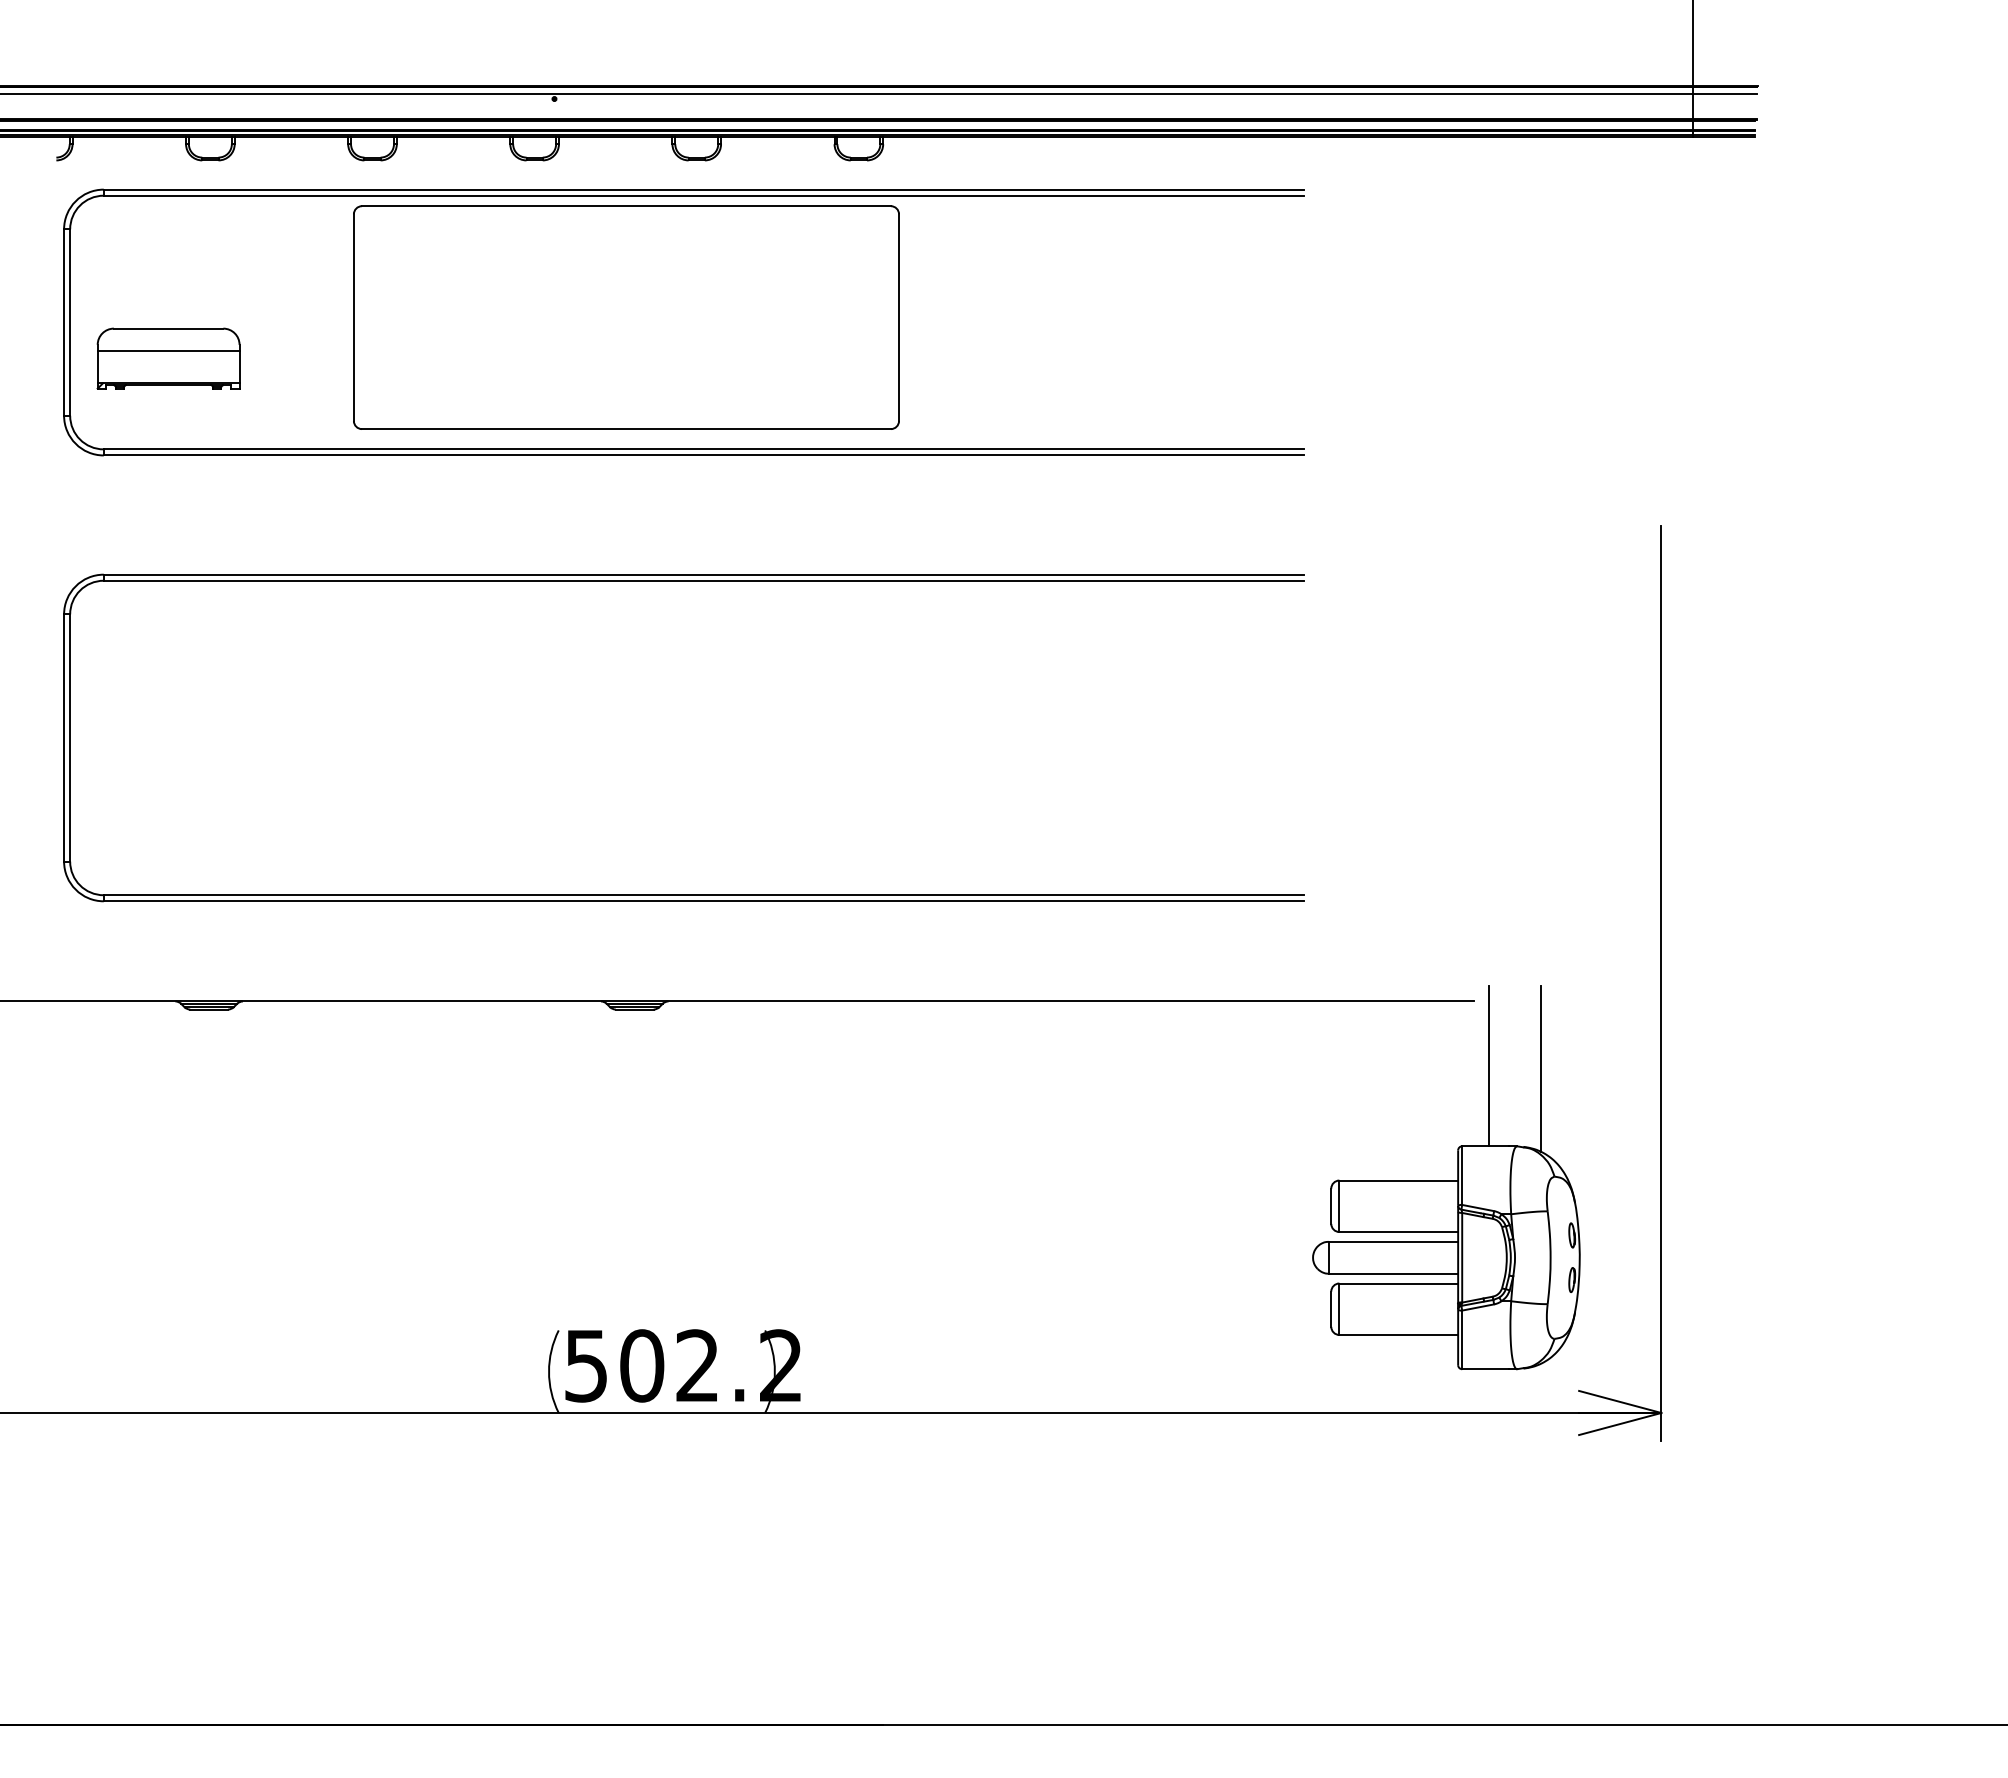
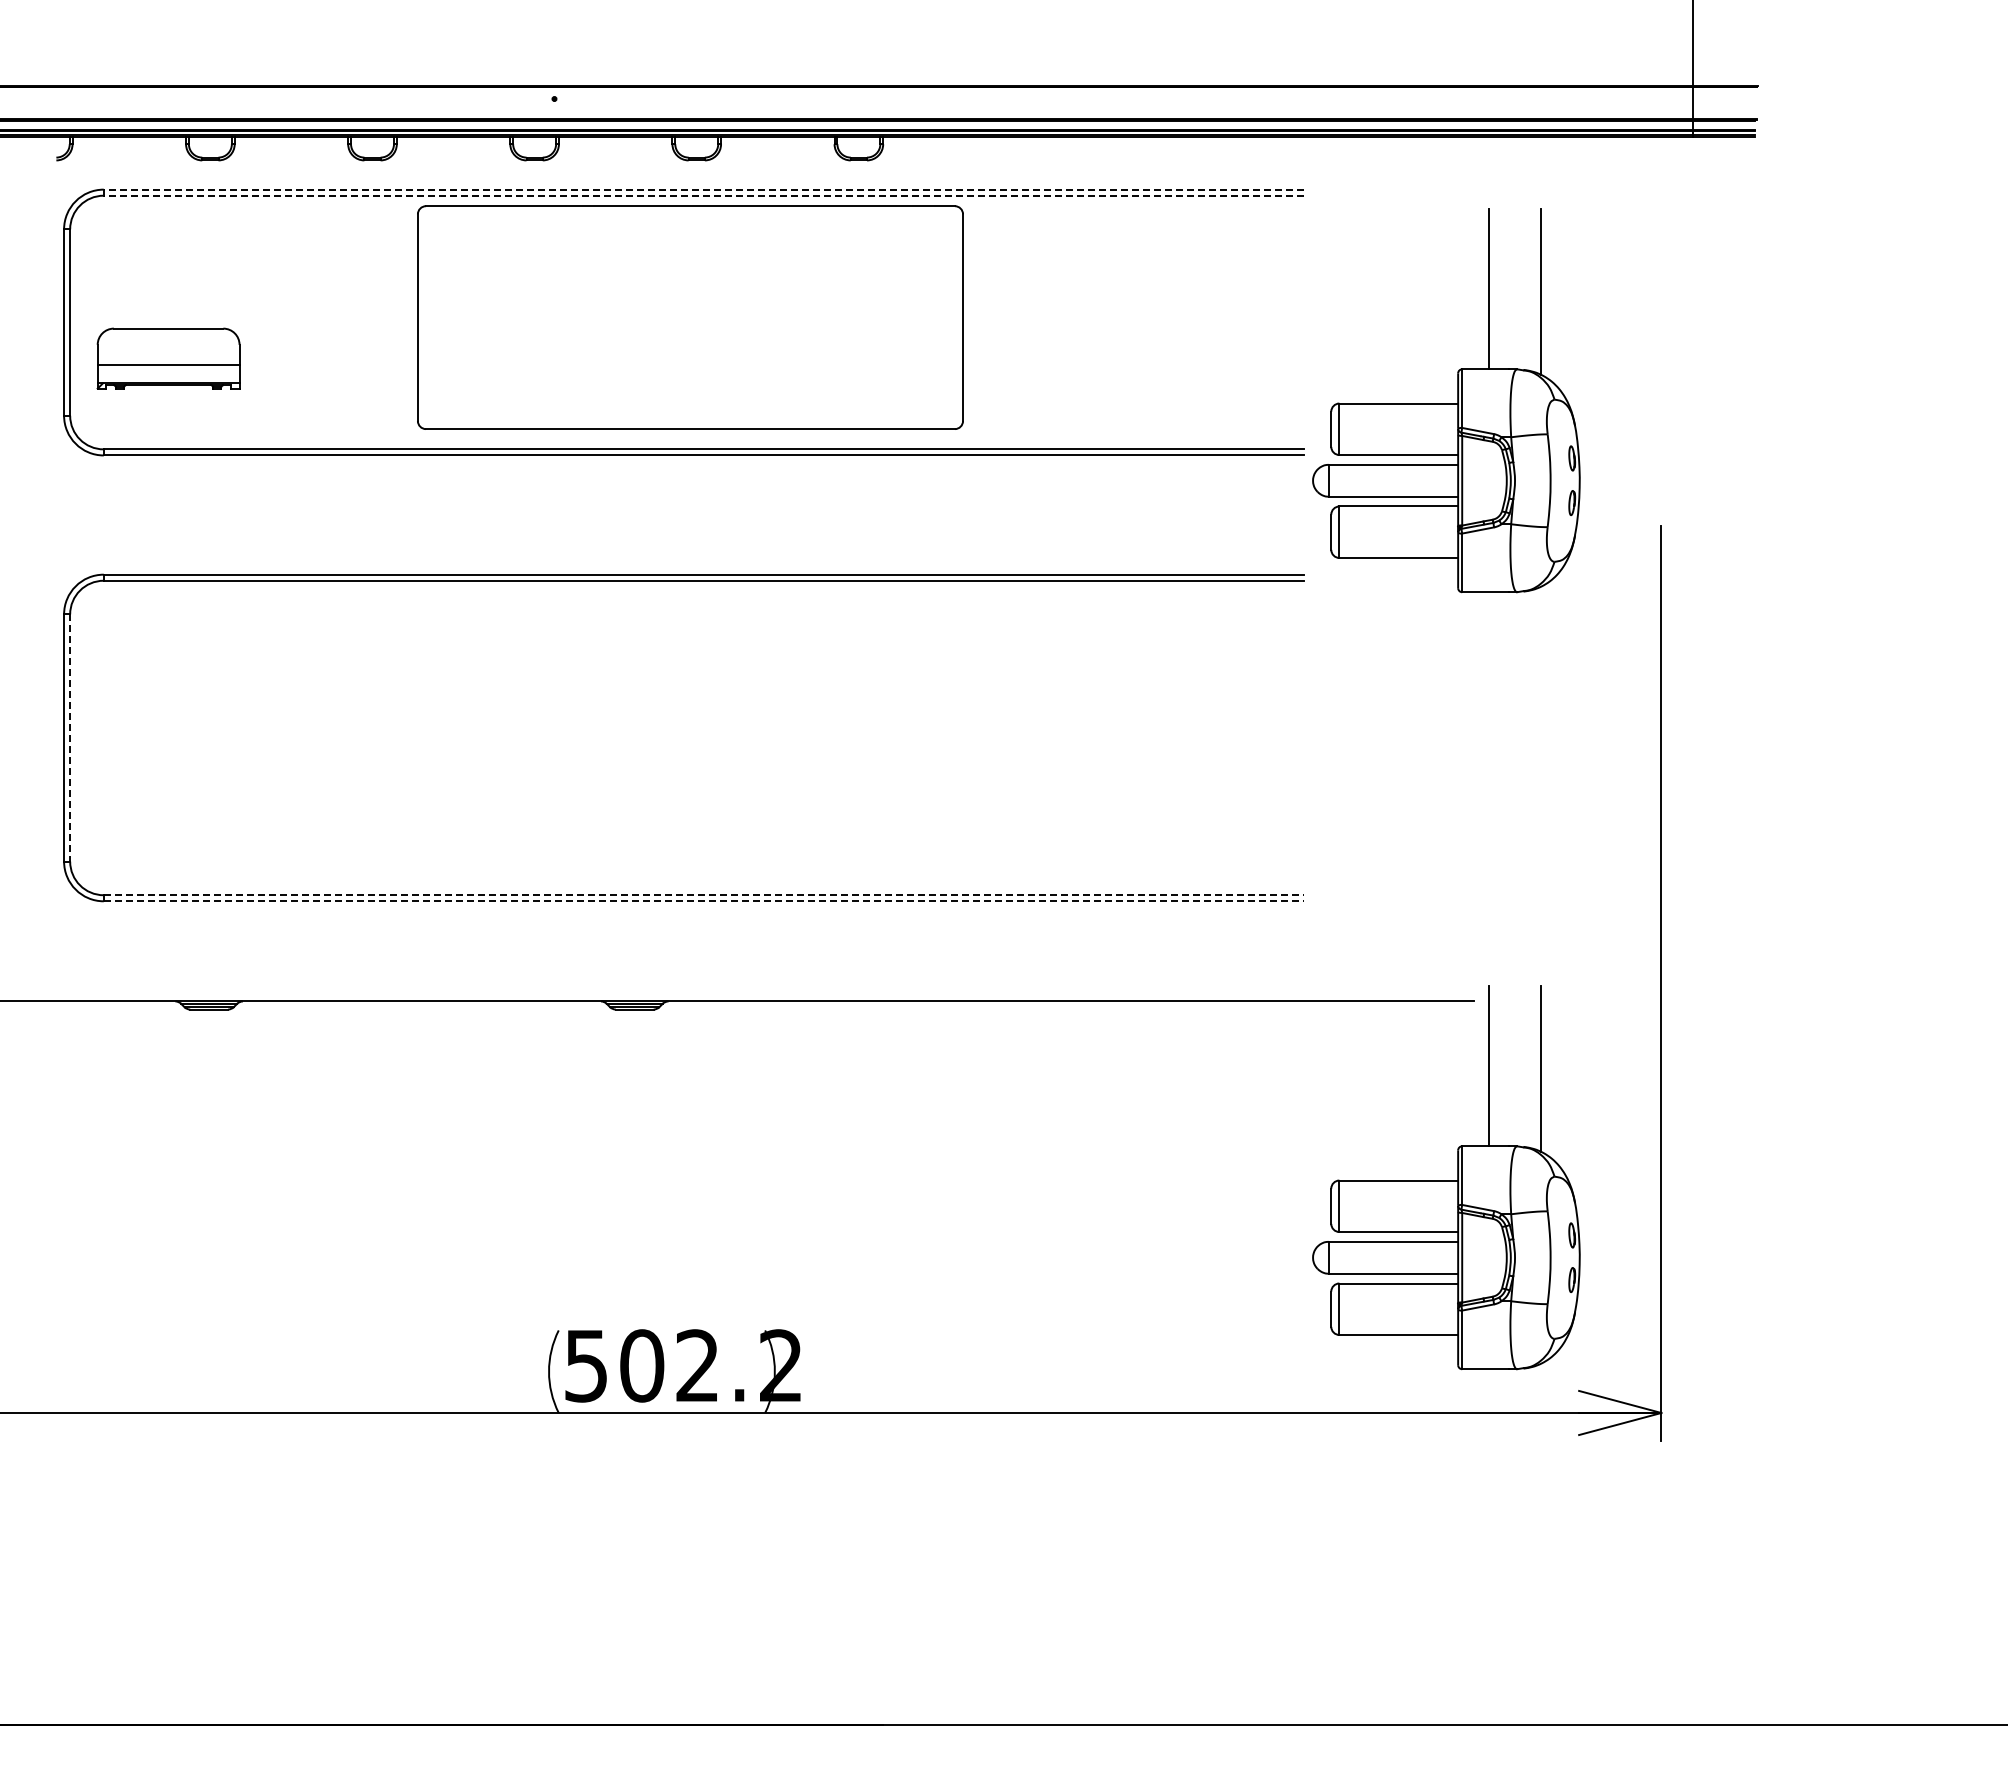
line at (879, 94): present -> none
line at (703, 189): solid -> dashed
line at (703, 195): solid -> dashed
part at (626, 317) position: (626, 317) -> (690, 317)
line at (168, 350) position: (168, 350) -> (168, 364)
part at (1446, 400): none -> present
line at (70, 738): solid -> dashed
line at (704, 895): solid -> dashed
line at (704, 901): solid -> dashed
